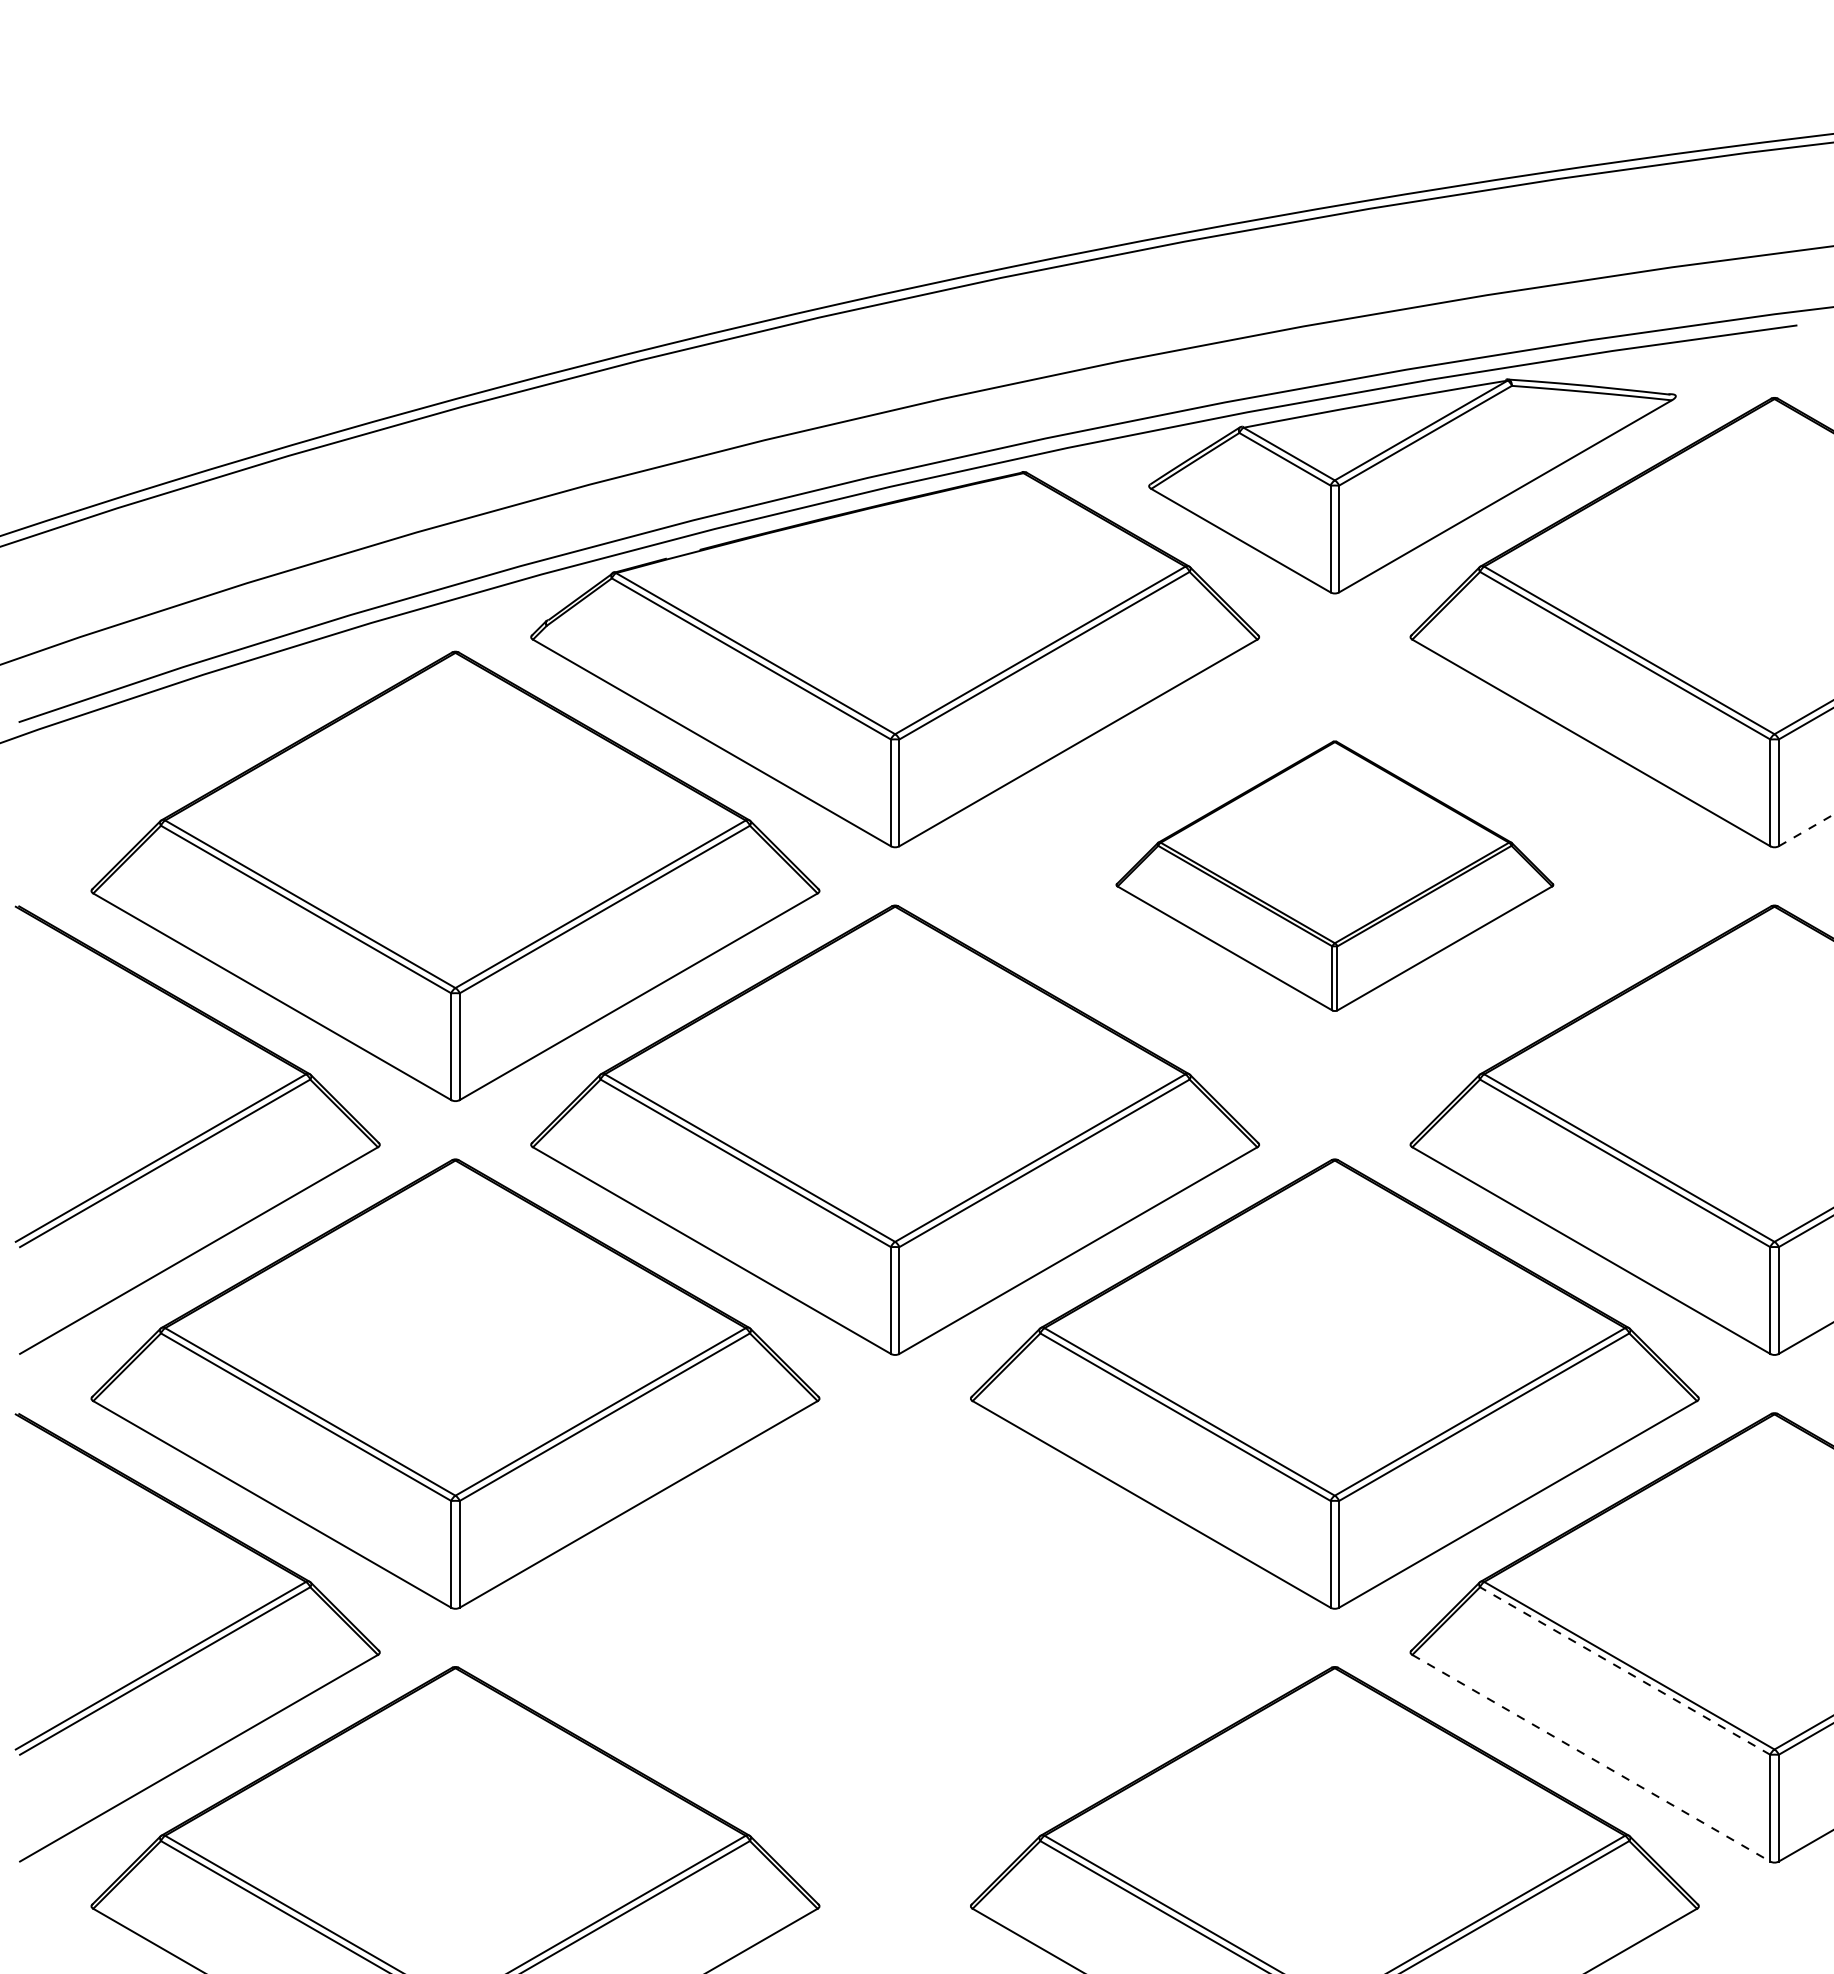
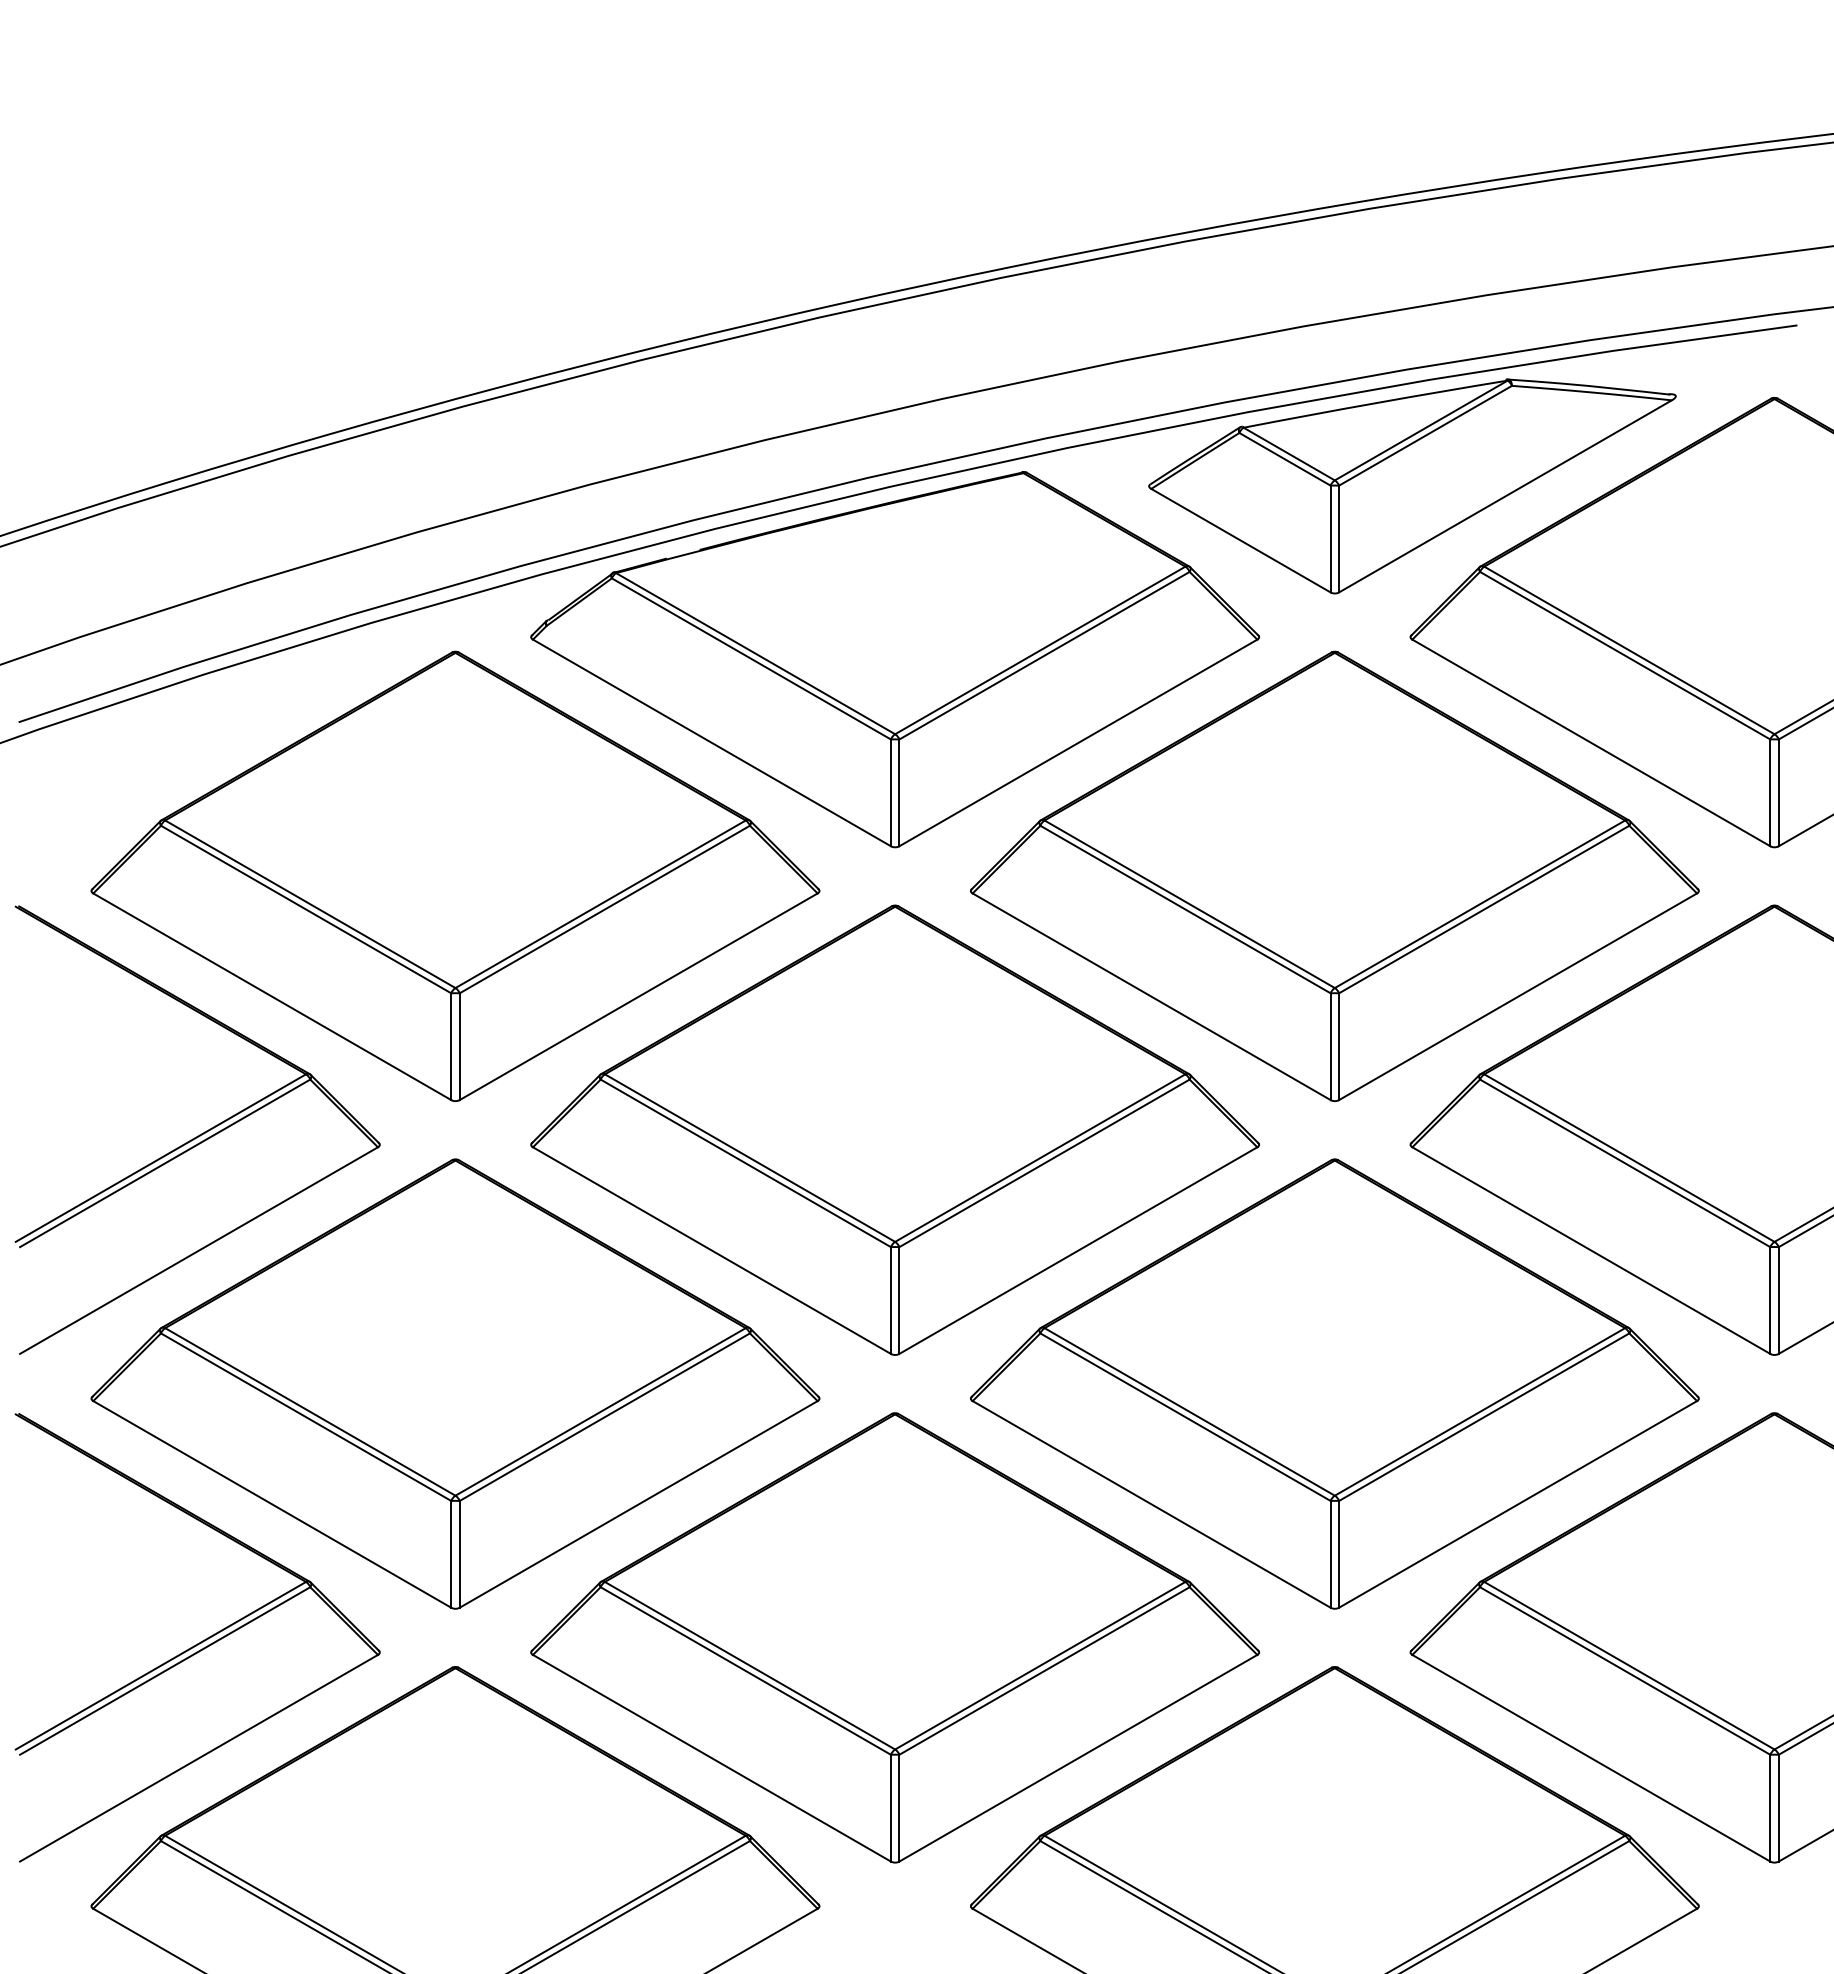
line at (1806, 830): dashed -> solid
part at (1334, 875) size: 440x272 px -> 730x452 px
part at (894, 1637): none -> present
line at (1625, 1671): dashed -> solid
line at (1591, 1758): dashed -> solid
